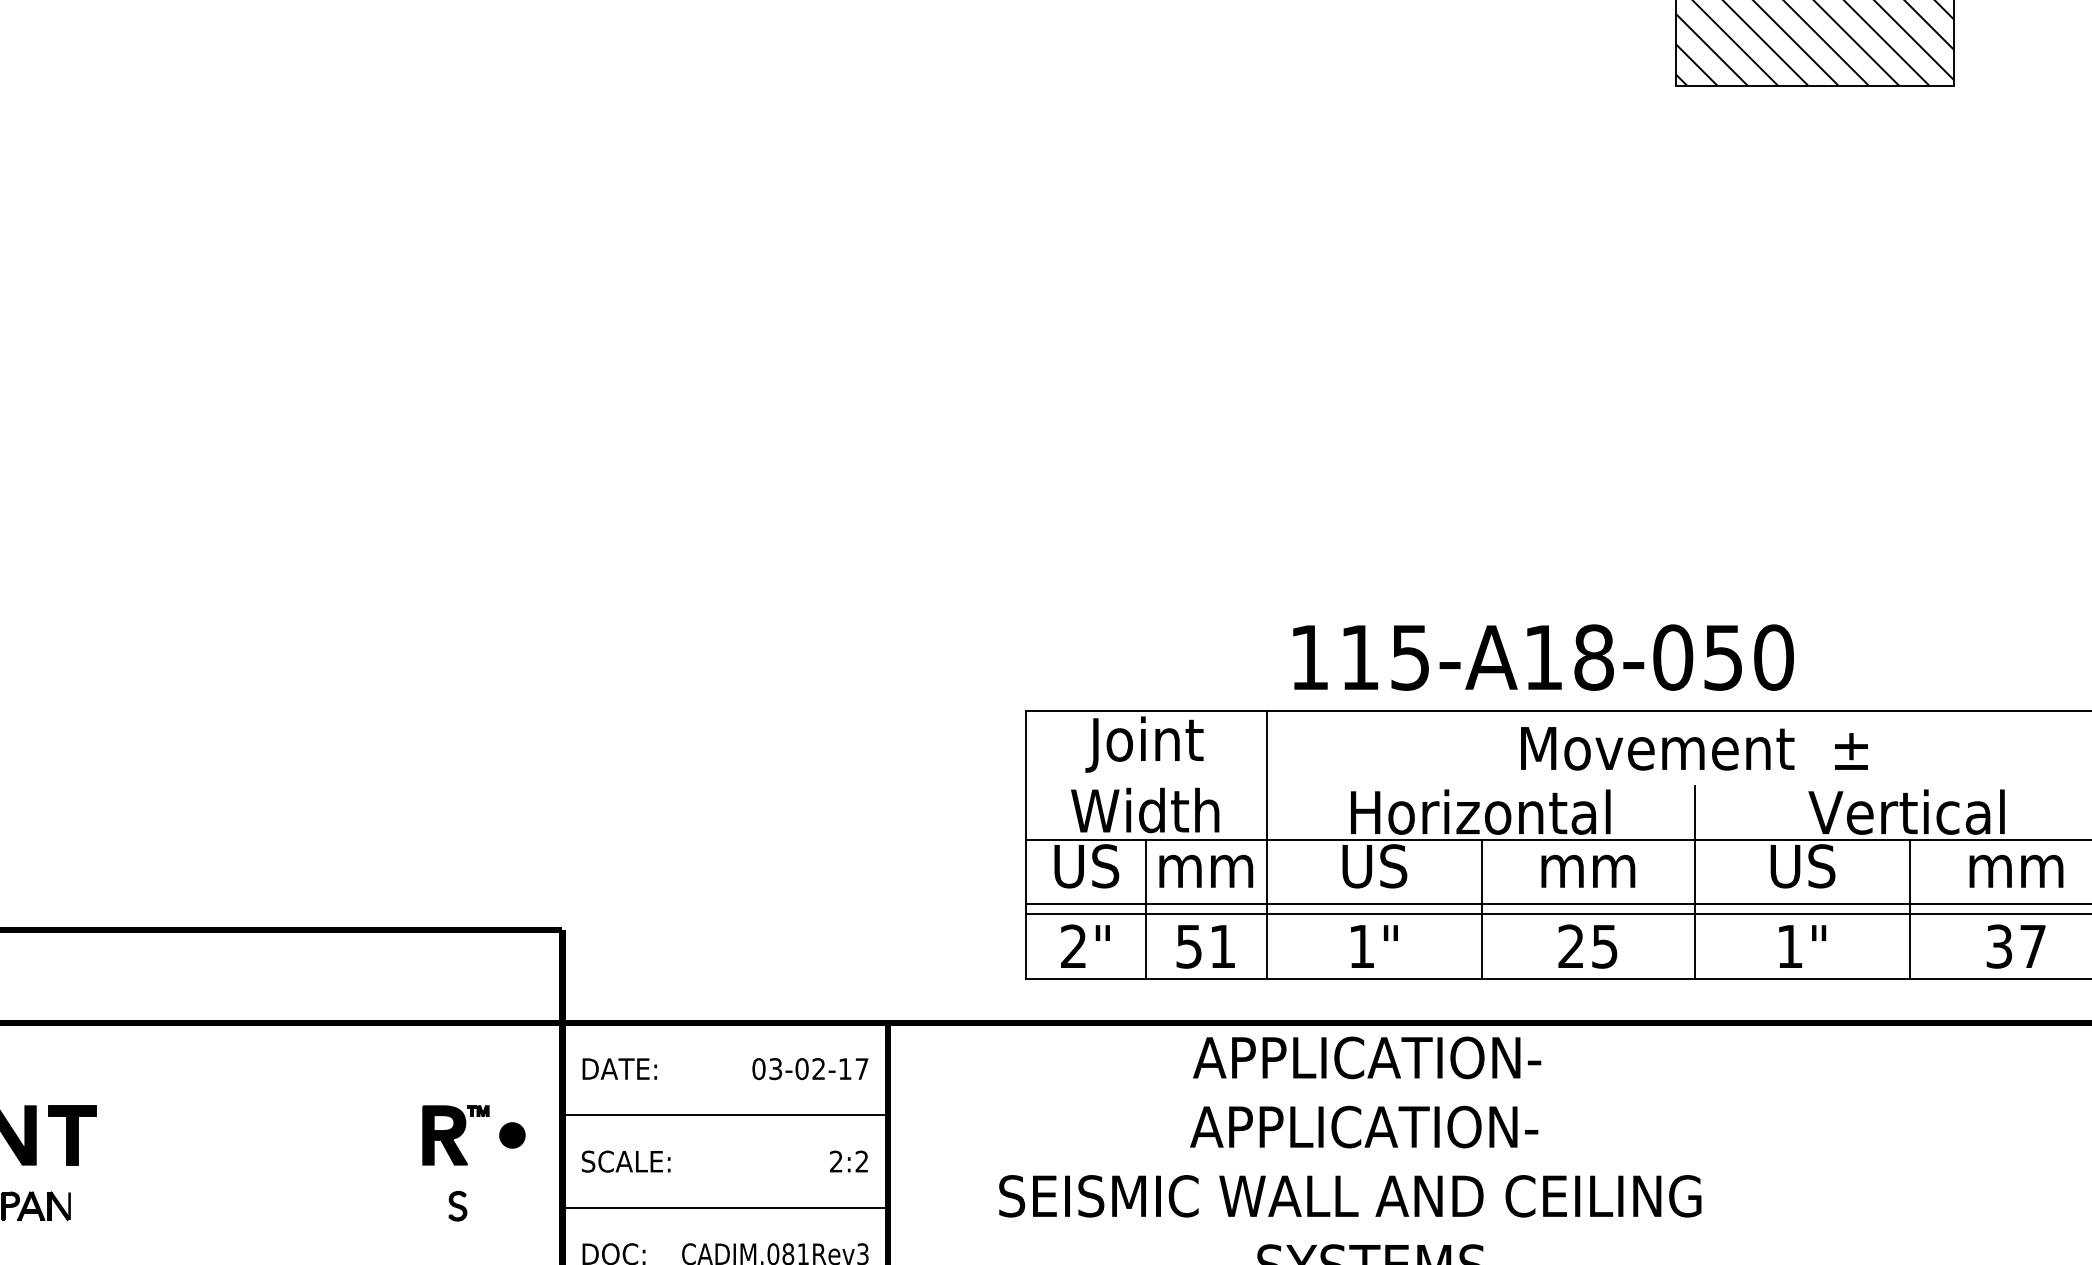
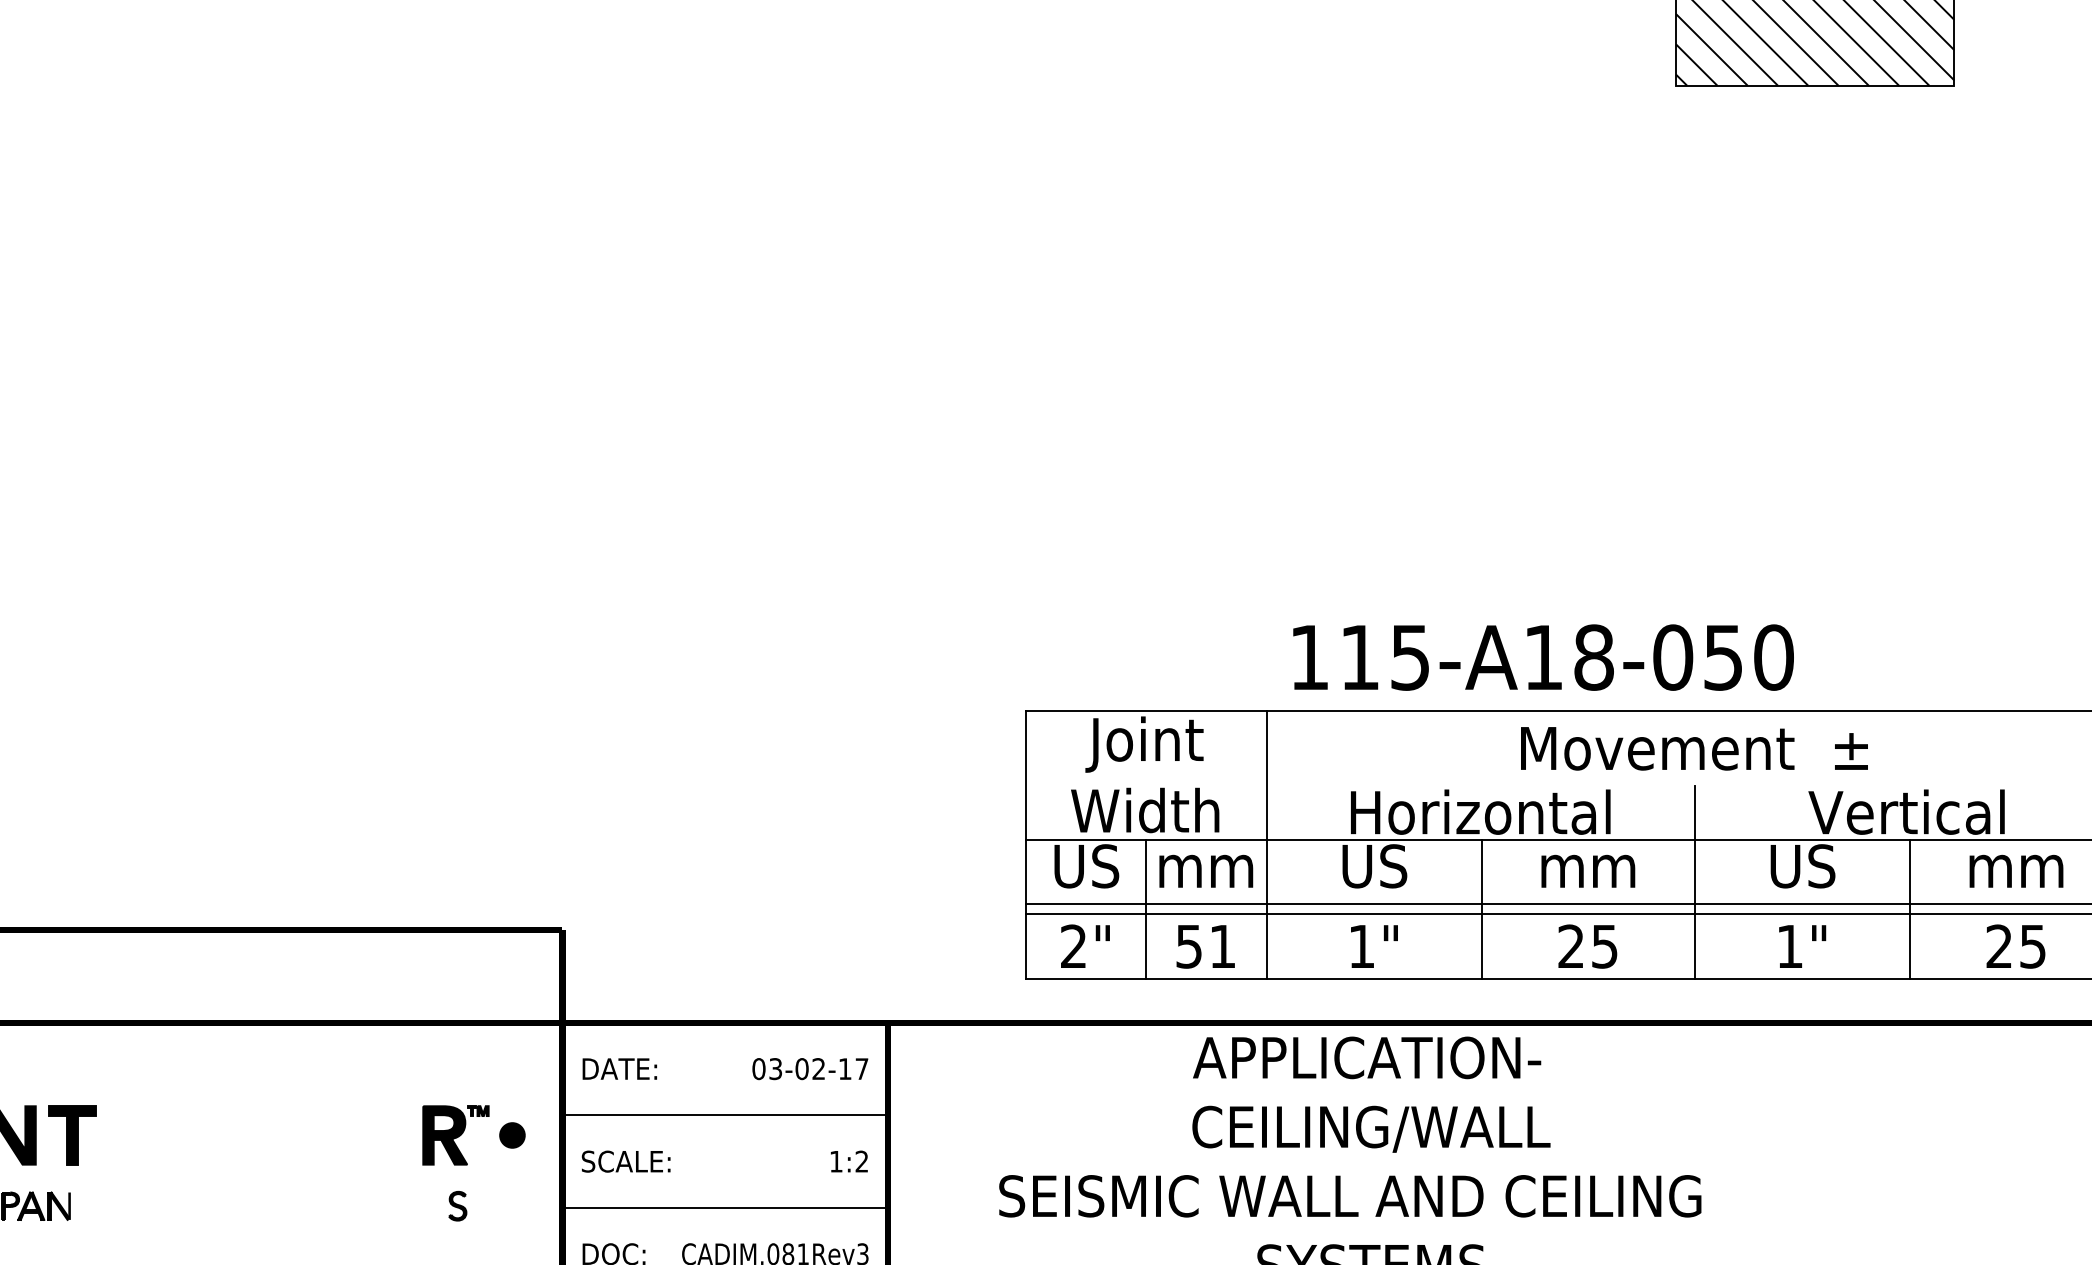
text at (2015, 946): 37 -> 25
text at (1370, 1128): APPLICATION- -> CEILING/WALL
text at (836, 1161): 2:2 -> 1:2
